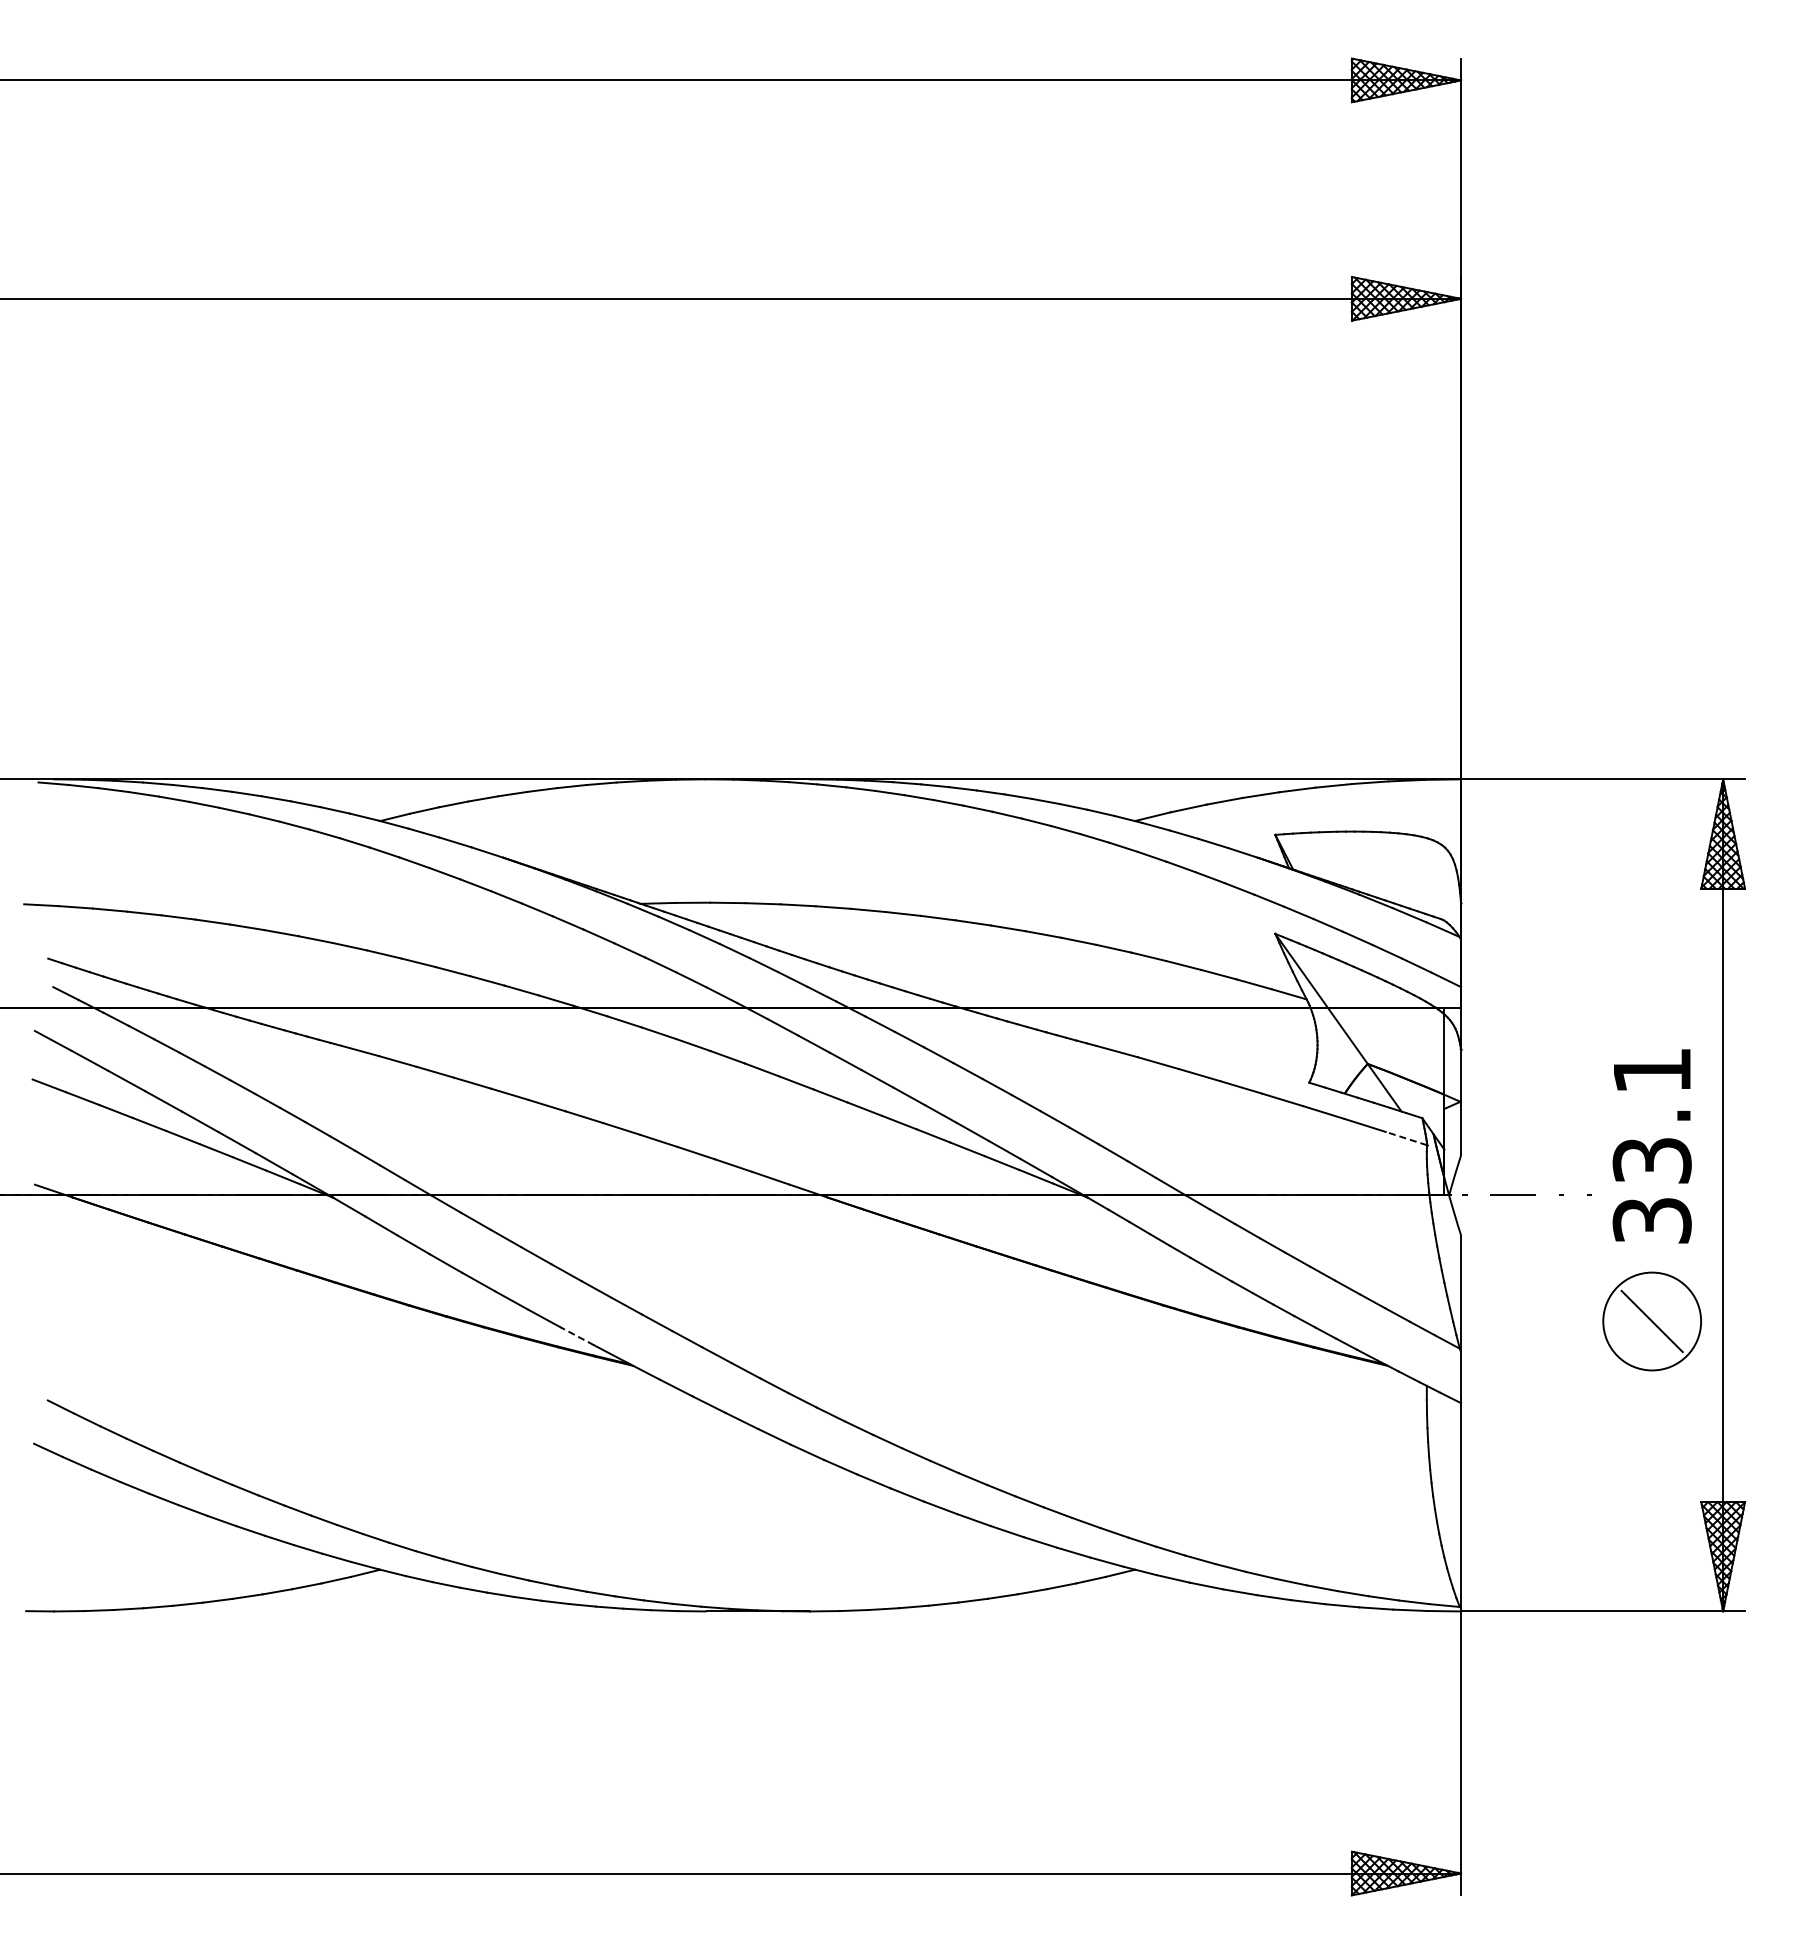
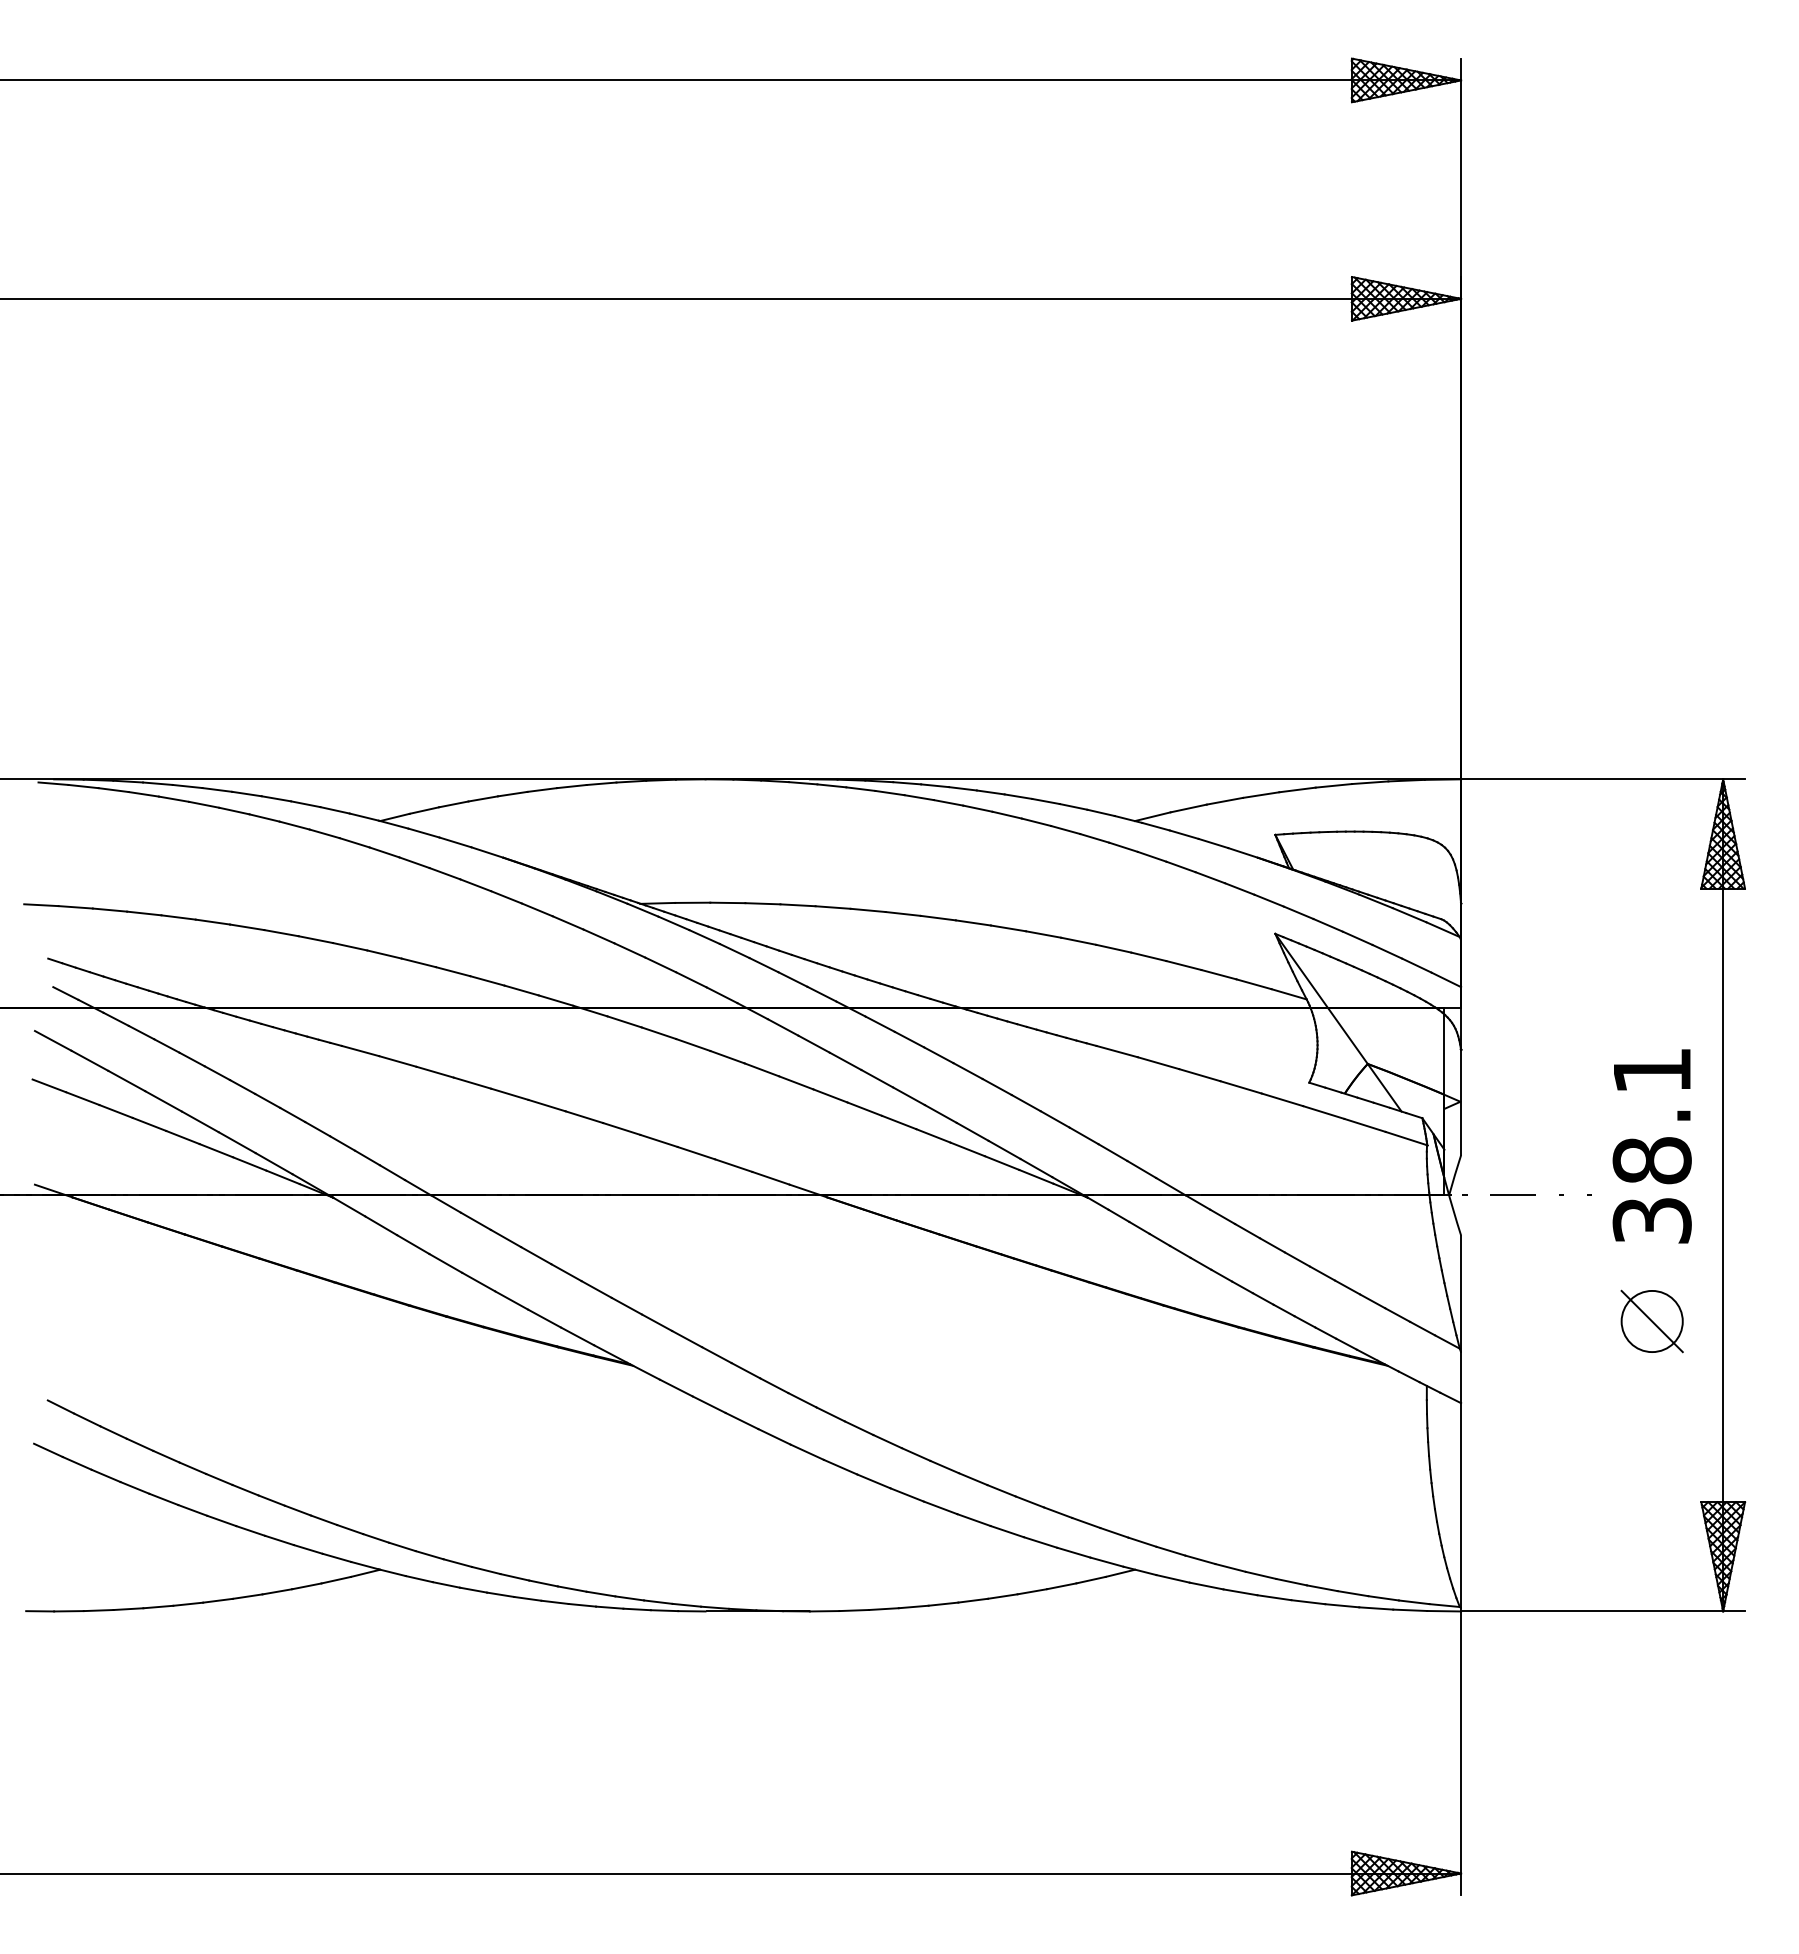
line at (1406, 1138): dashed -> solid
text at (1651, 1160): 33.1 -> 38.1
circle at (1652, 1321) diameter: 98 px -> 61 px
line at (577, 1336): dashed -> solid
